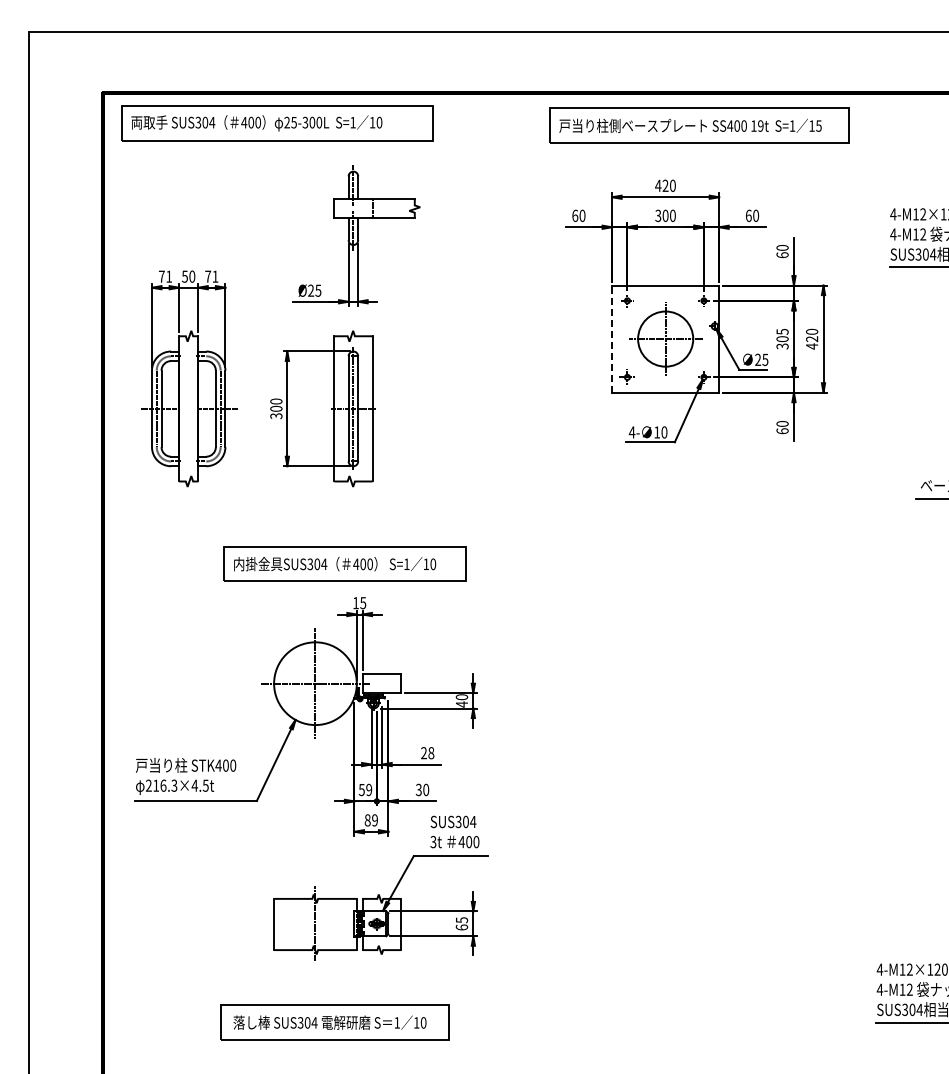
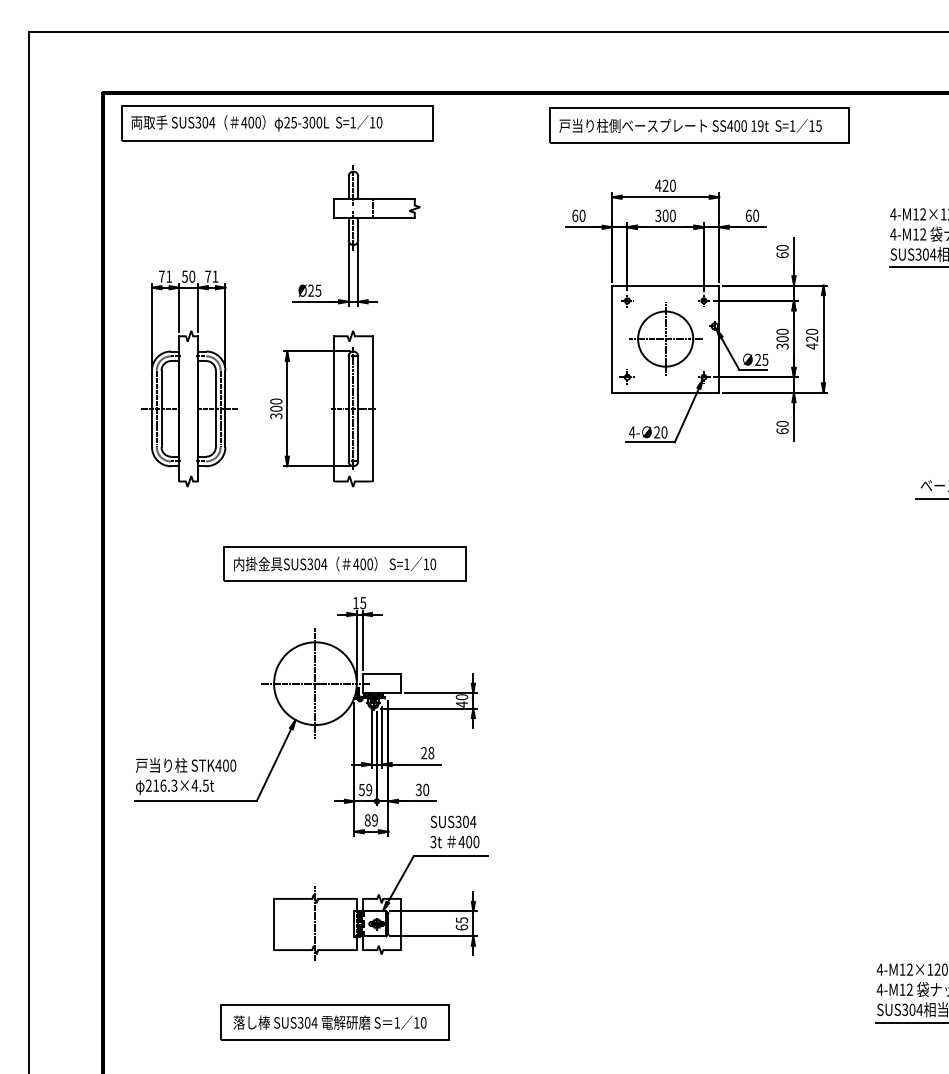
text at (782, 331): 305 -> 300
line at (612, 339): dashed -> solid
text at (657, 432): 10 -> 20
